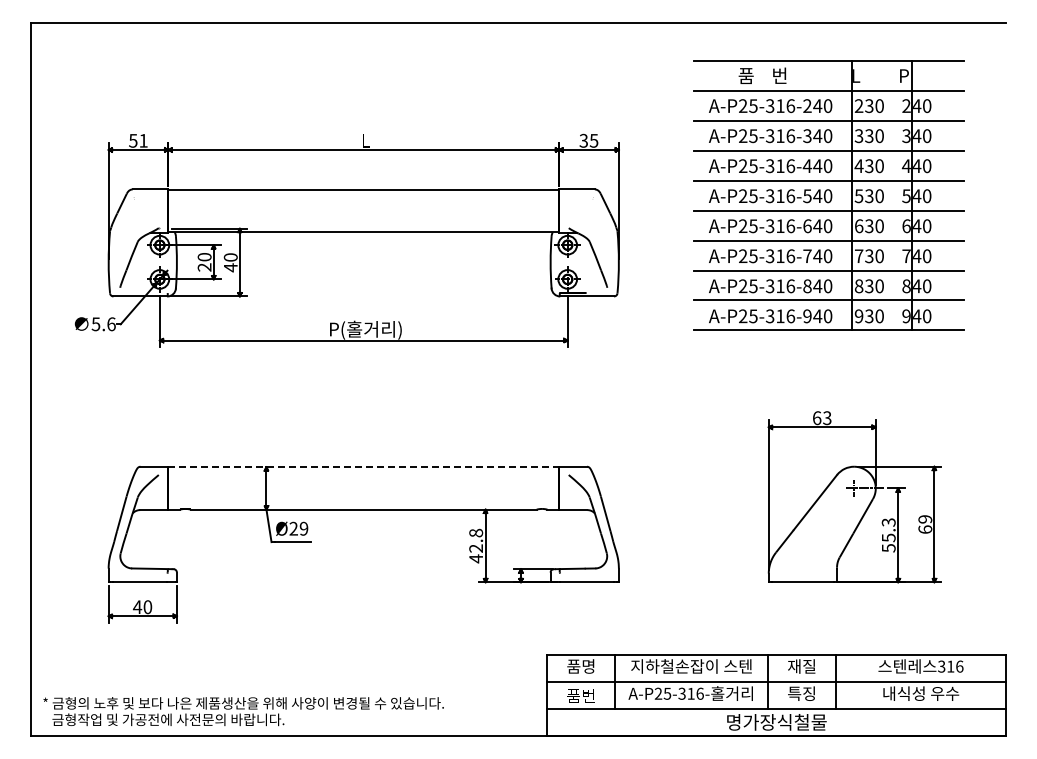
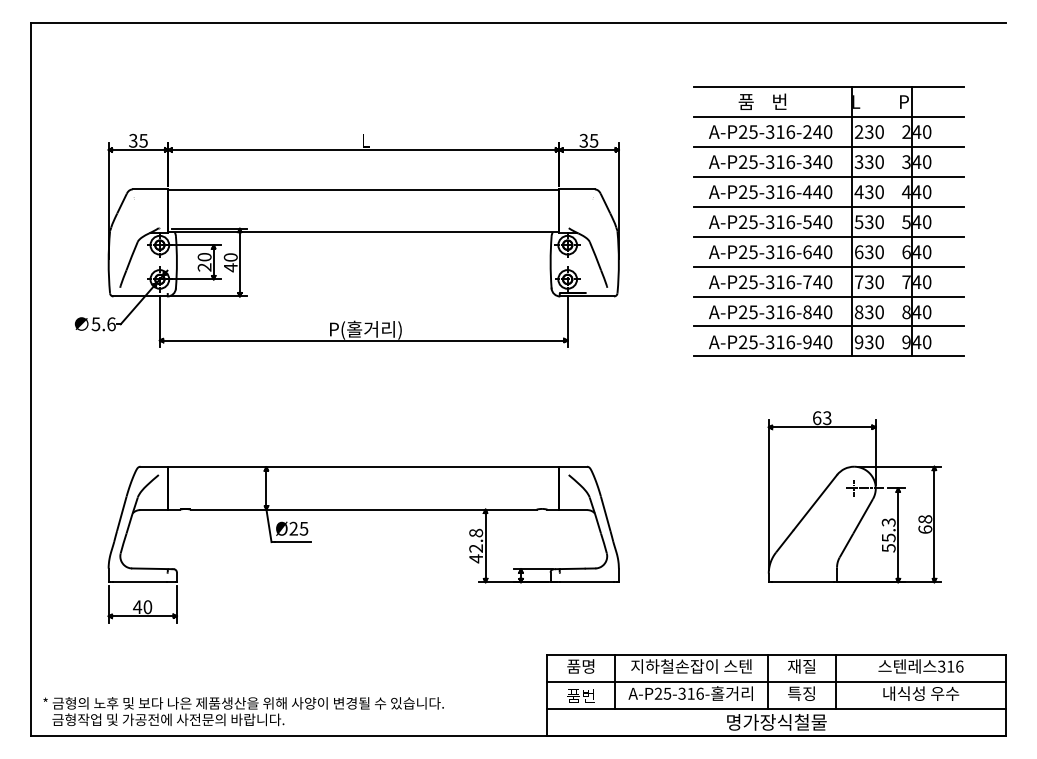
text at (138, 140): 51 -> 35
part at (828, 195) position: (828, 195) -> (828, 221)
line at (364, 467): dashed -> solid
text at (925, 519): 69 -> 68
text at (303, 528): Ø29 -> Ø25
